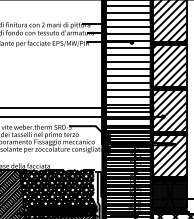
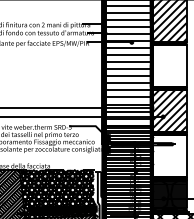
hatch at (169, 65): present -> none
hatch at (169, 155): present -> none
